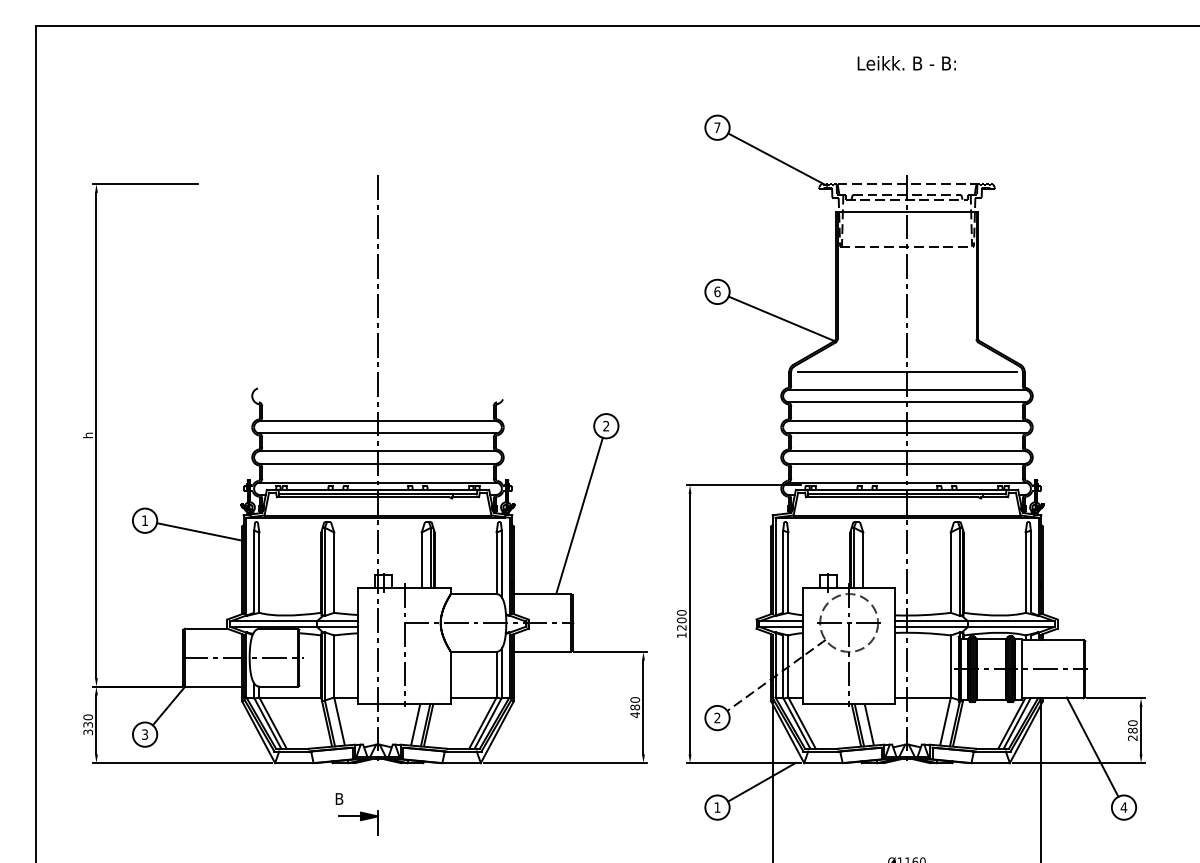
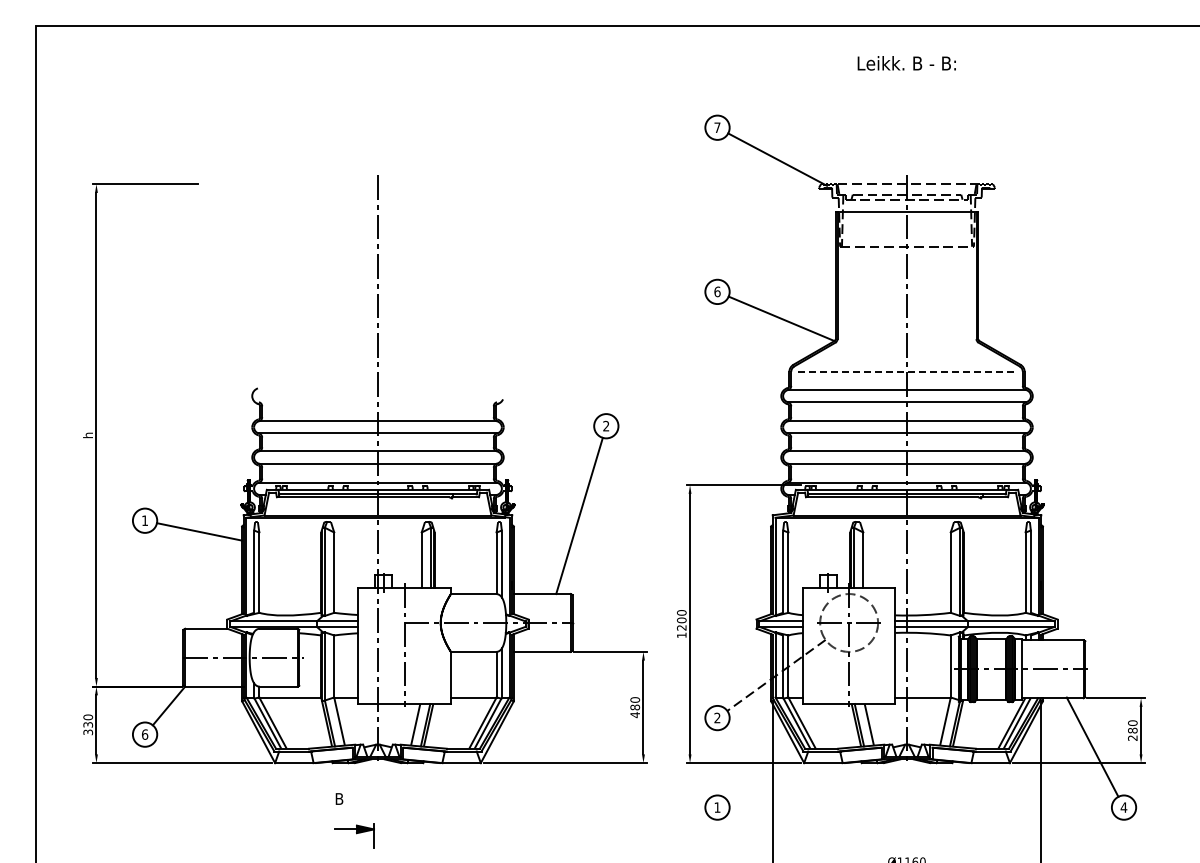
line at (907, 371): solid -> dashed
text at (145, 734): 3 -> 6
line at (761, 782): present -> none
part at (358, 822) position: (358, 822) -> (354, 835)
